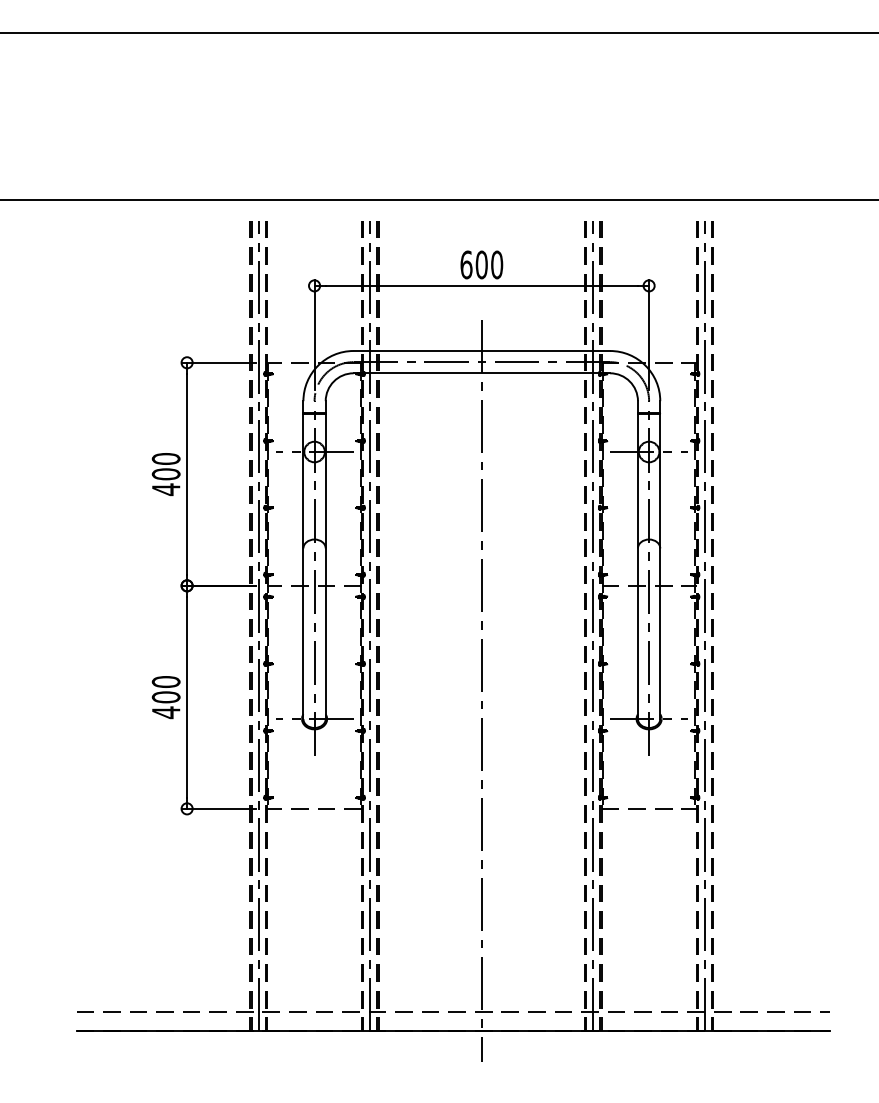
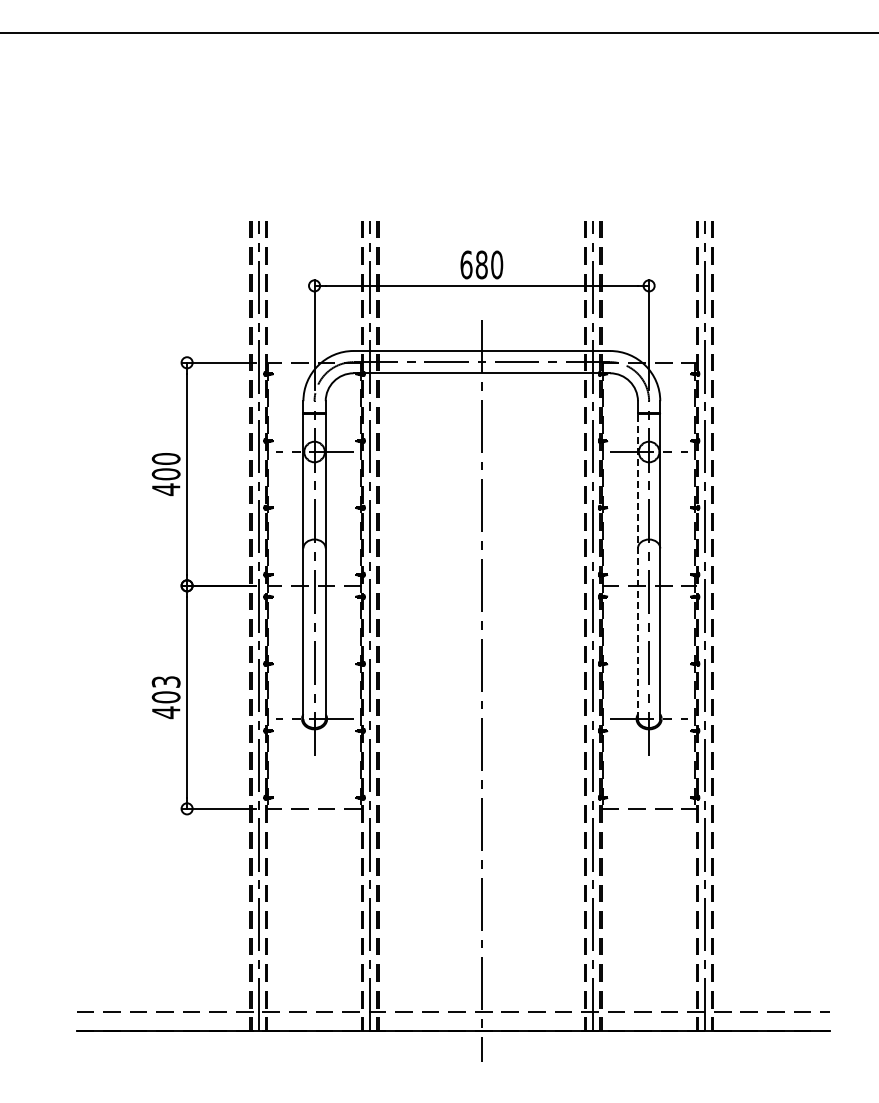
line at (438, 200): present -> none
text at (481, 265): 600 -> 680
line at (637, 566): solid -> dashed
text at (165, 681): 400 -> 403
